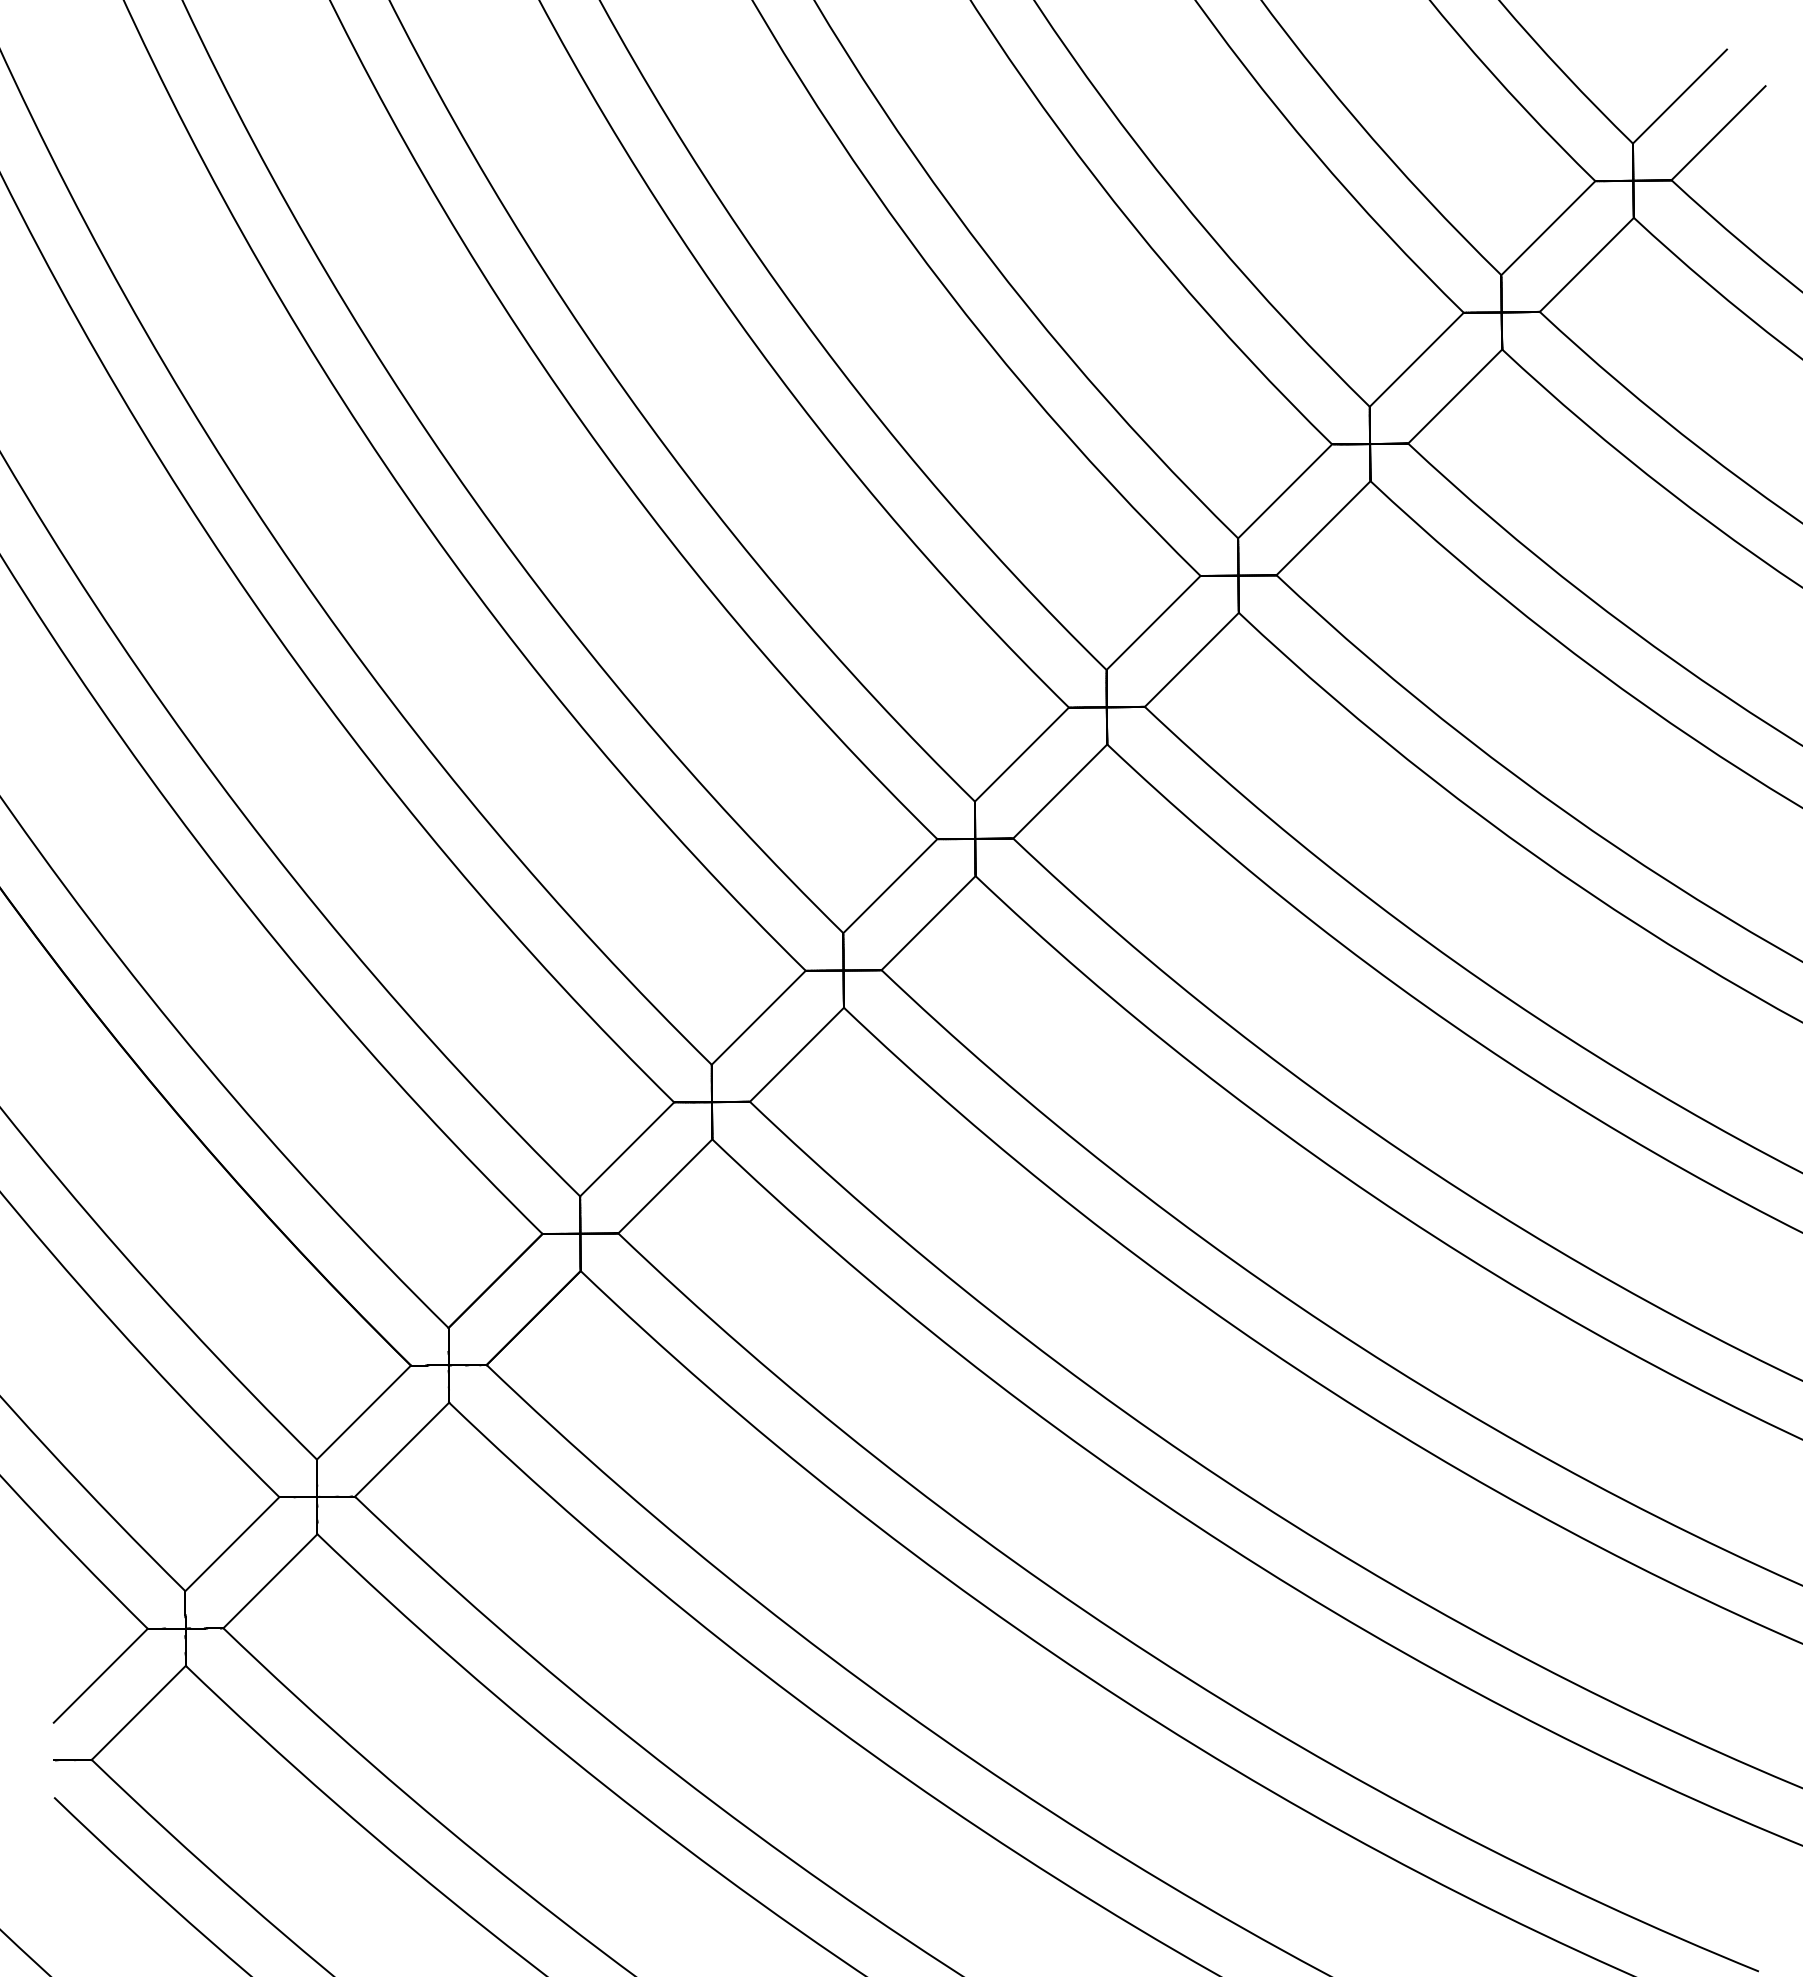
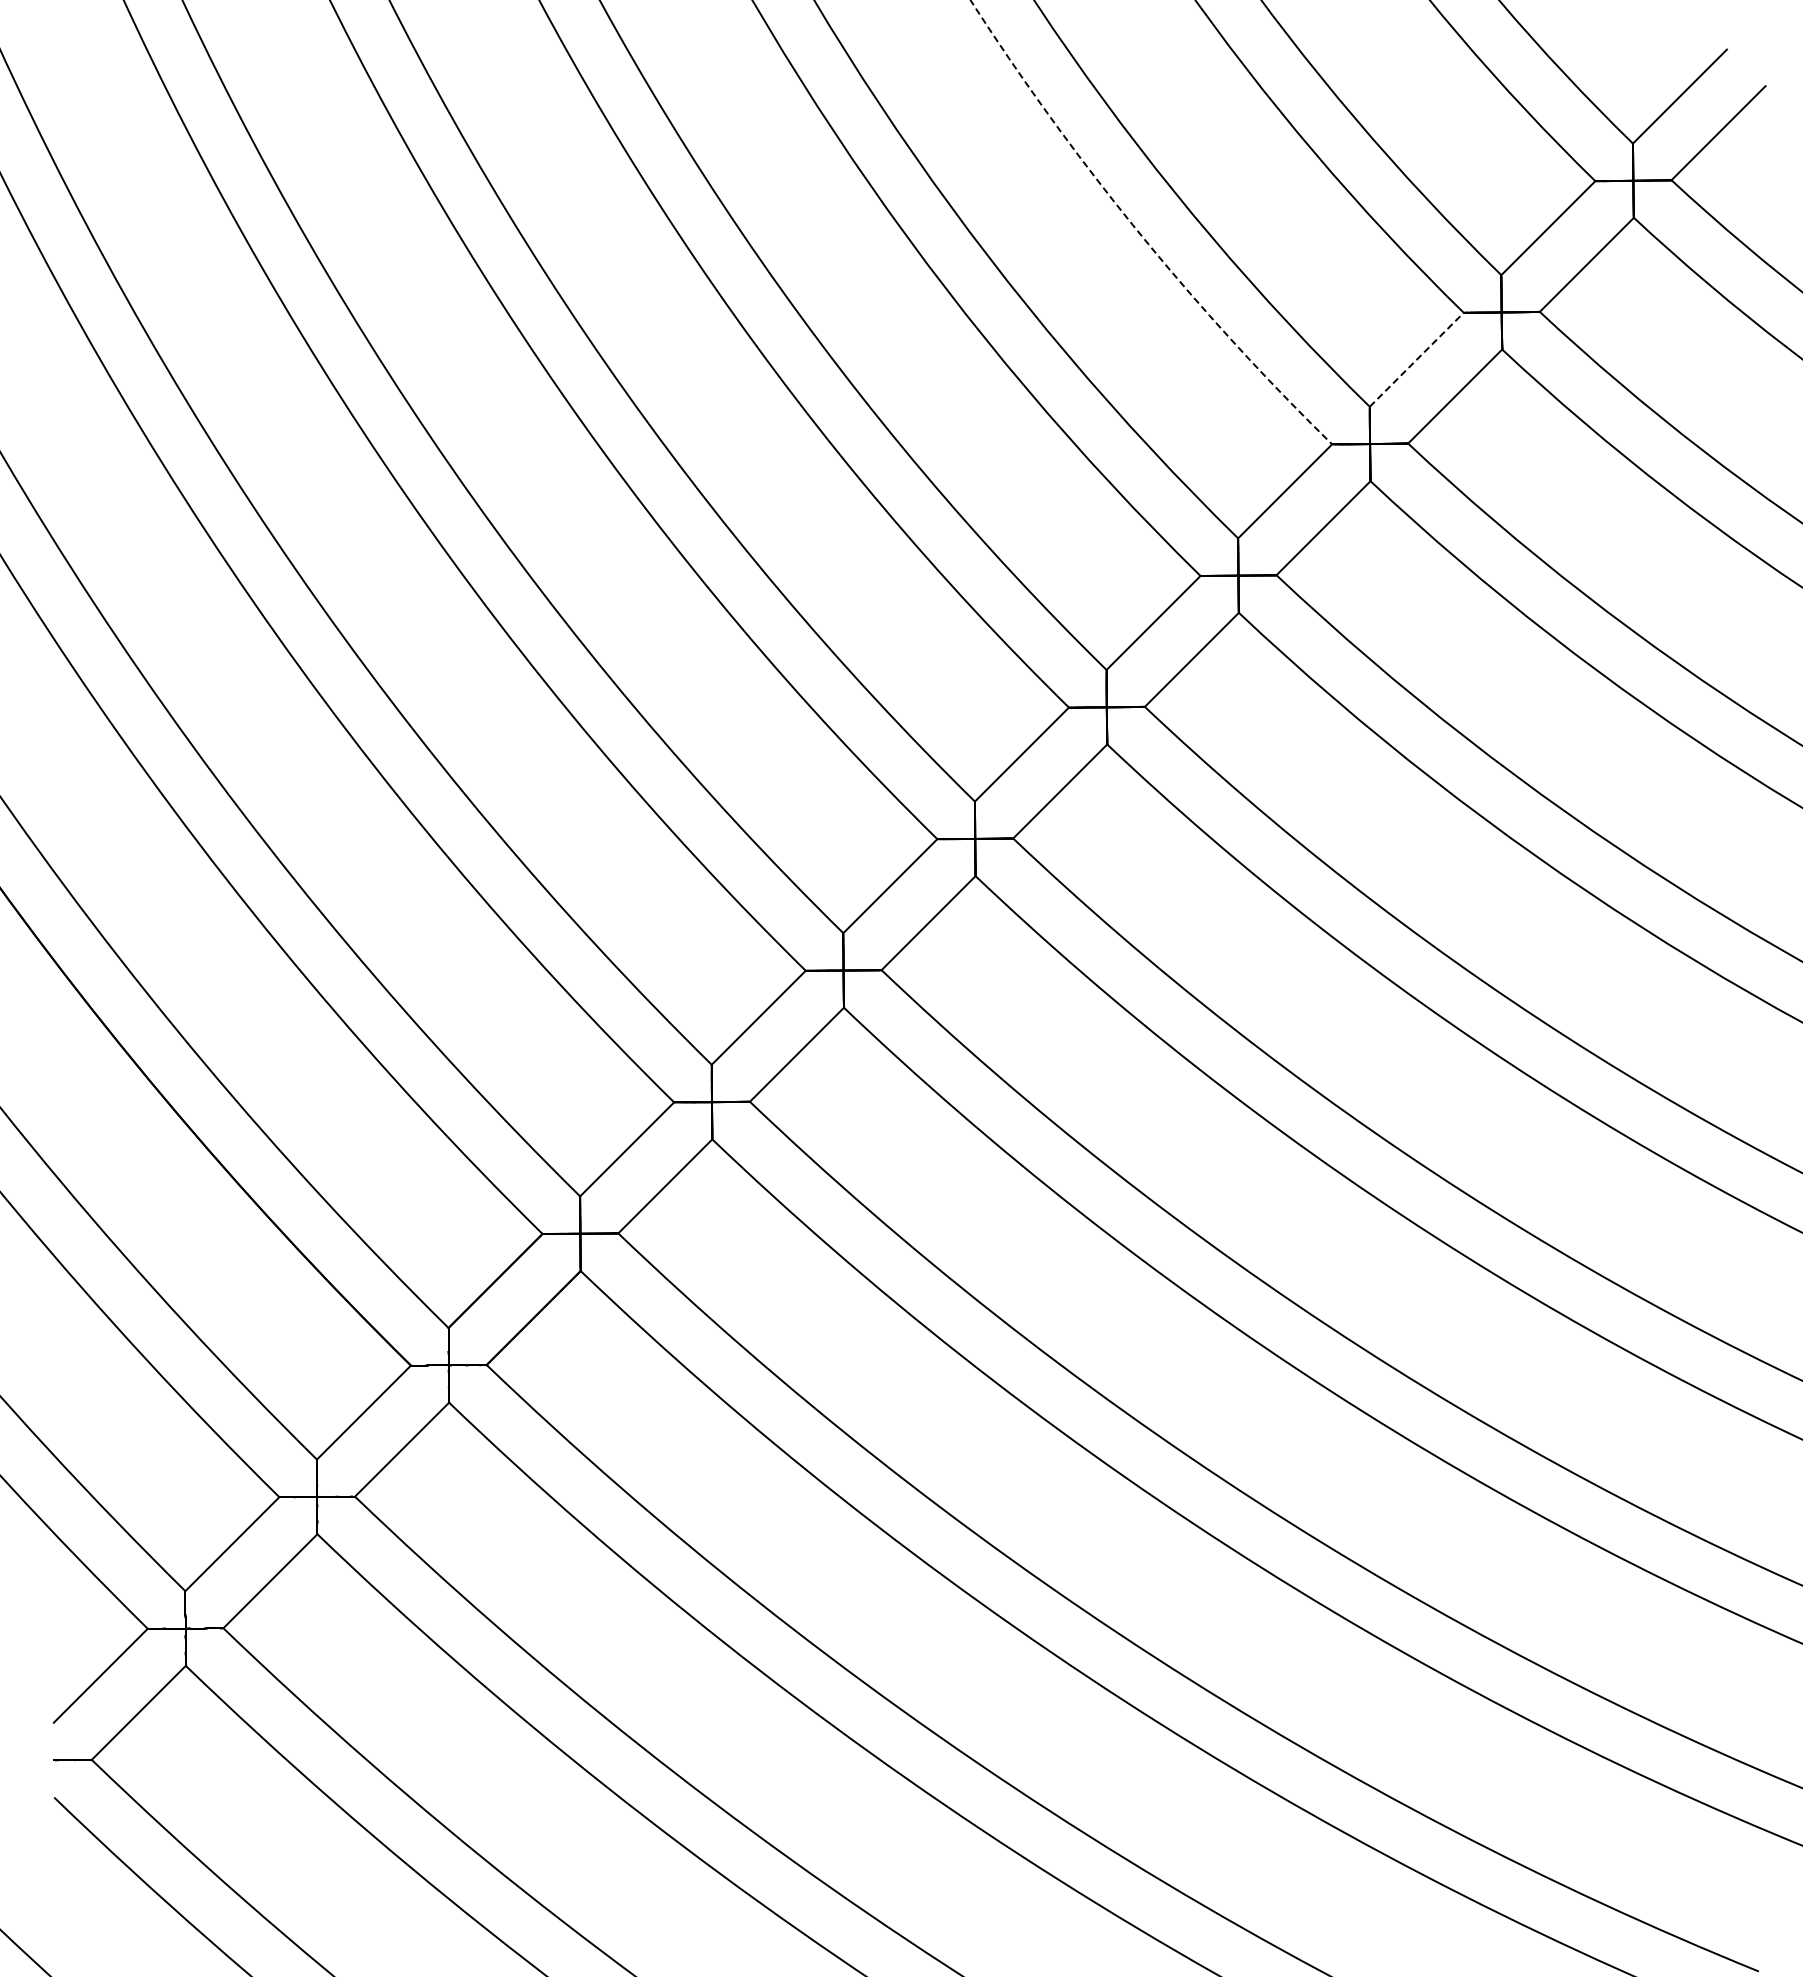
arc at (1138, 232): solid -> dashed
line at (1417, 359): solid -> dashed
